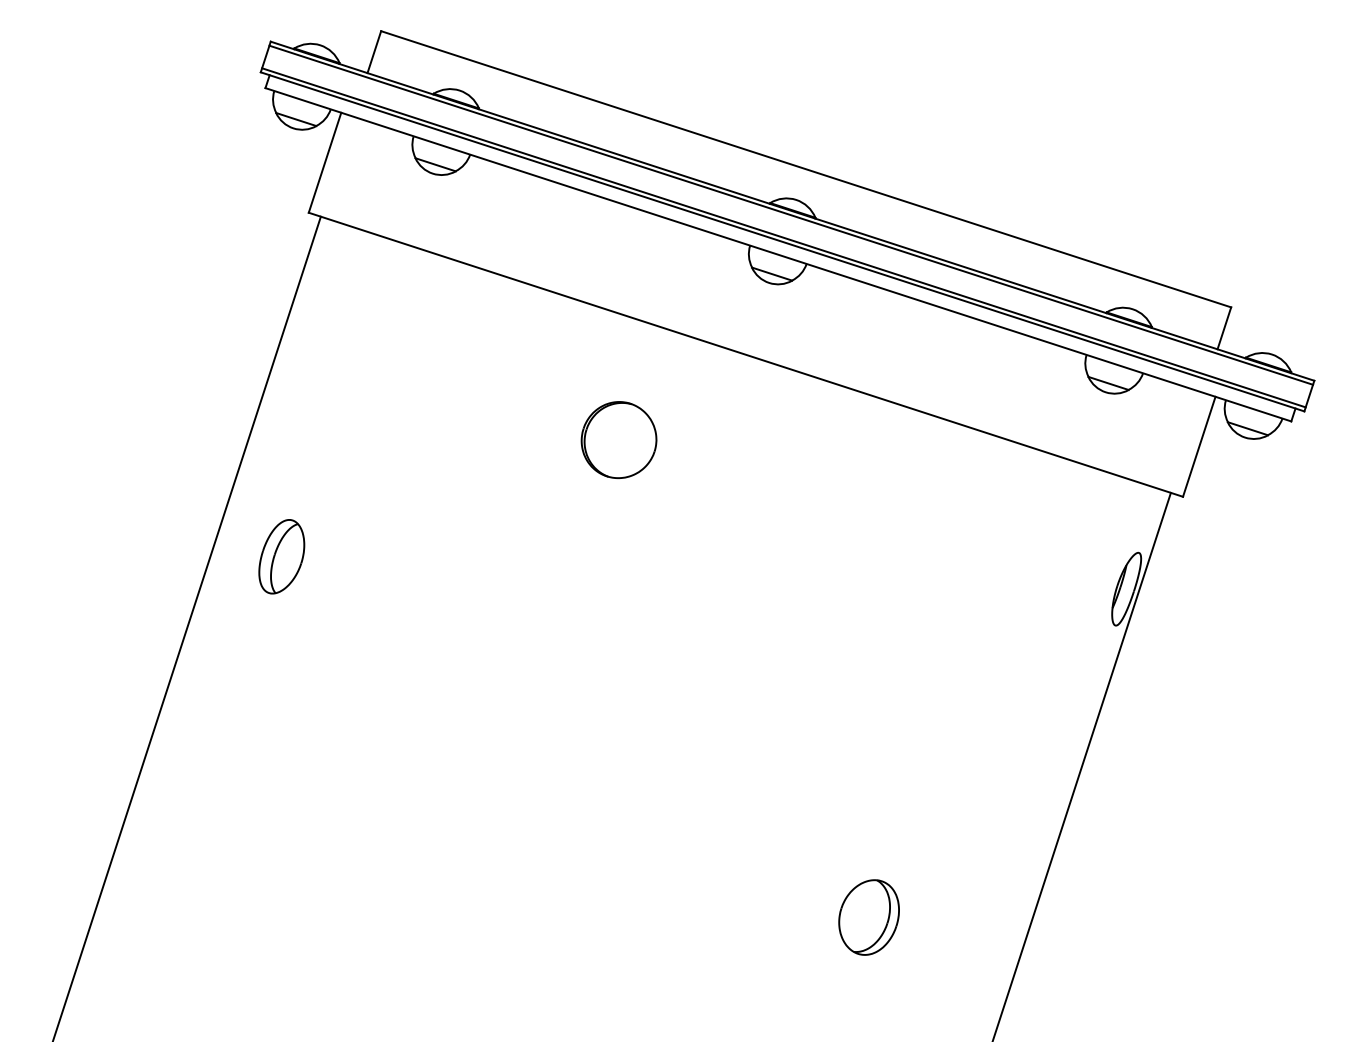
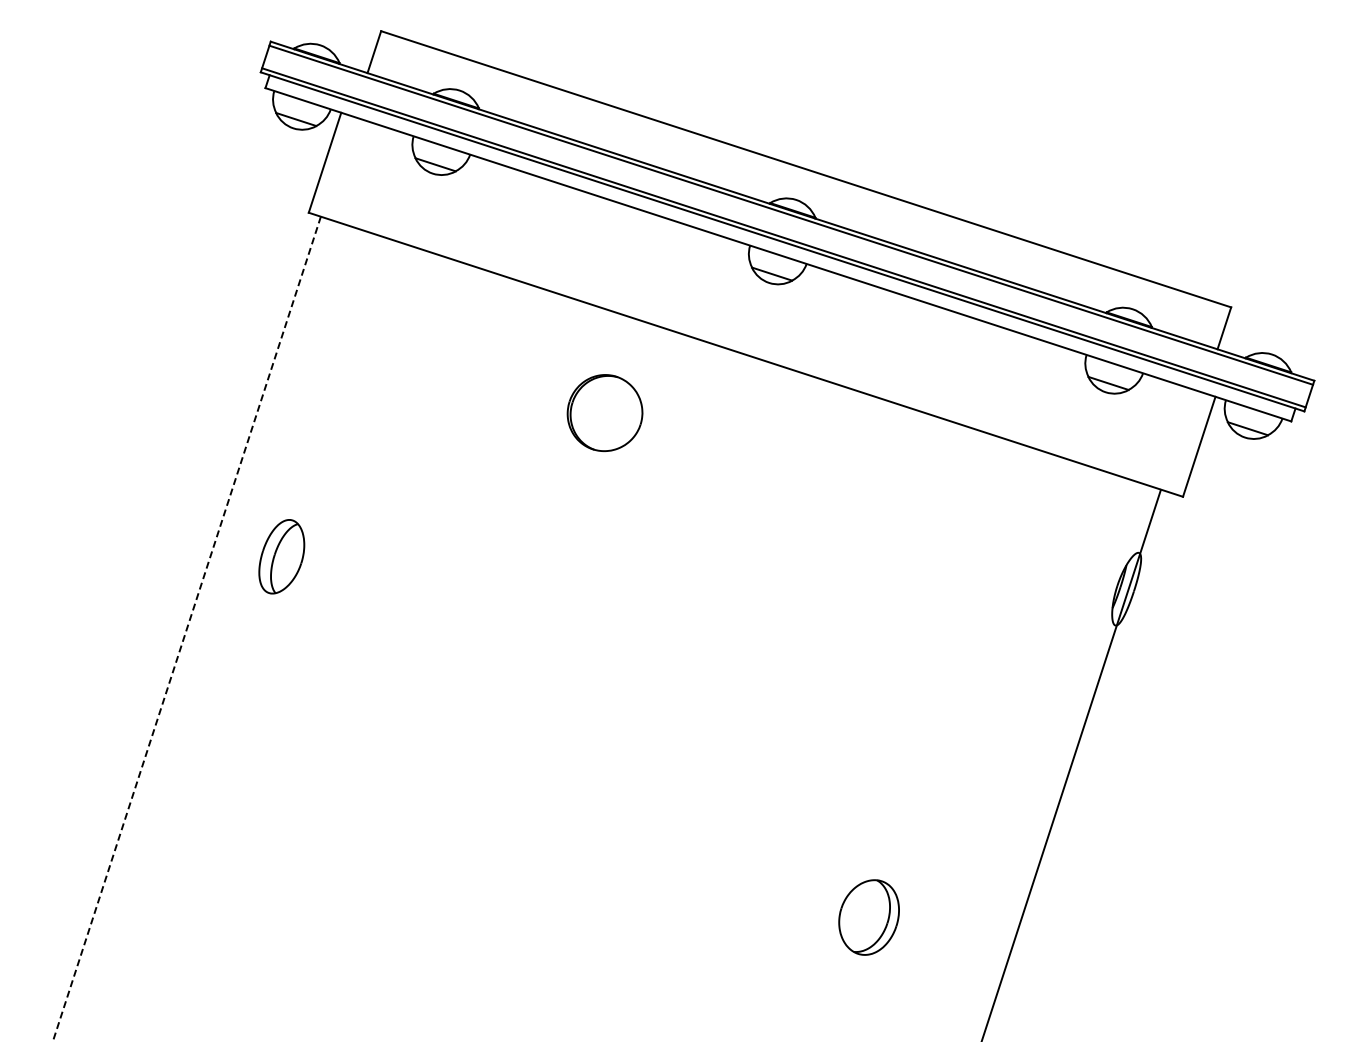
part at (618, 439) position: (618, 439) -> (604, 412)
line at (186, 629): solid -> dashed
line at (1081, 765) position: (1081, 765) -> (1071, 763)
